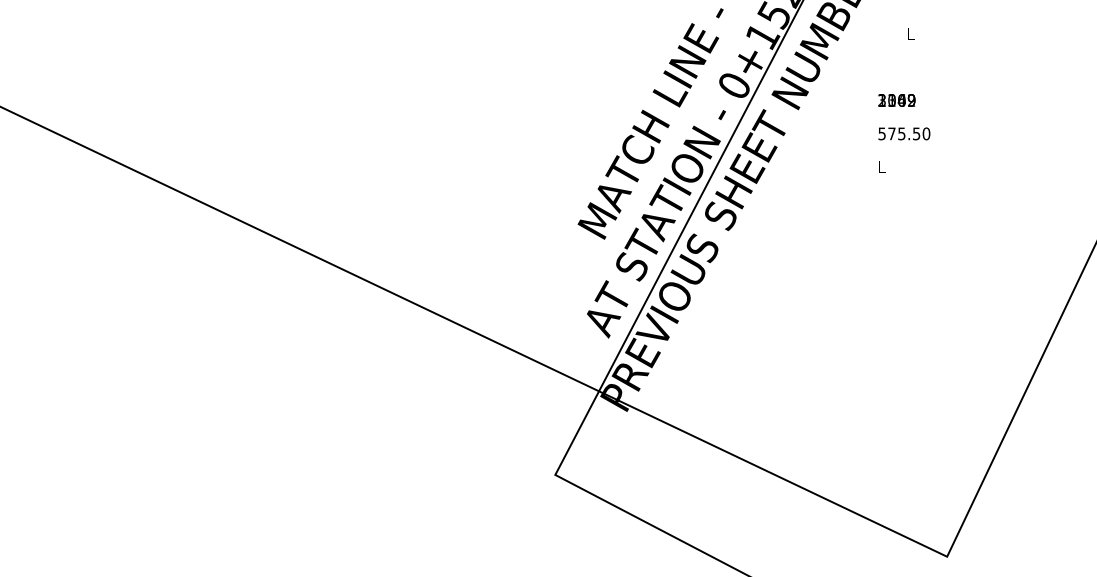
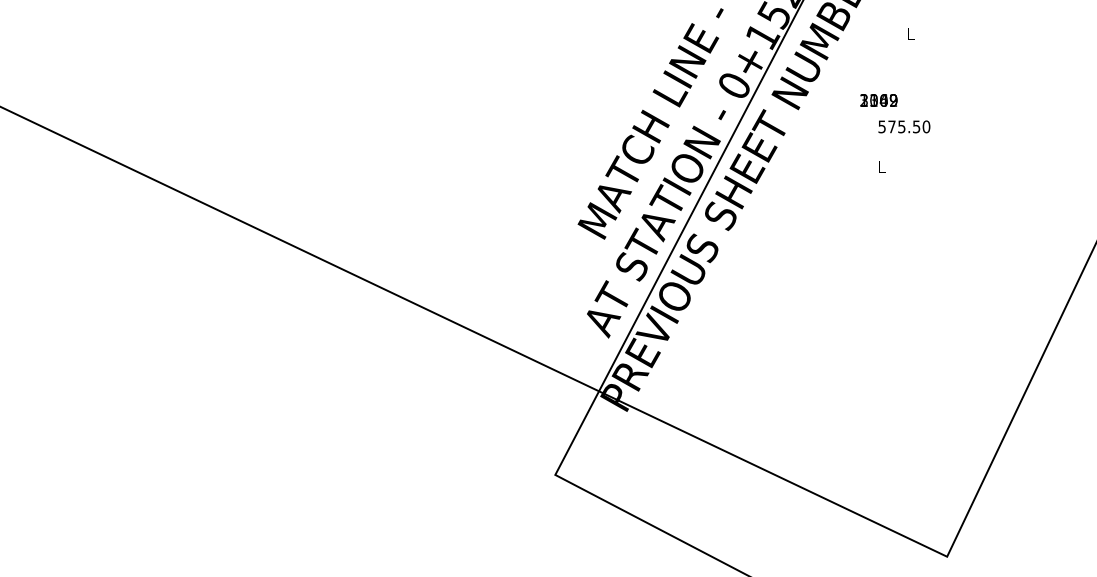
text at (896, 100) position: (896, 100) -> (878, 100)
text at (904, 133) position: (904, 133) -> (904, 126)
